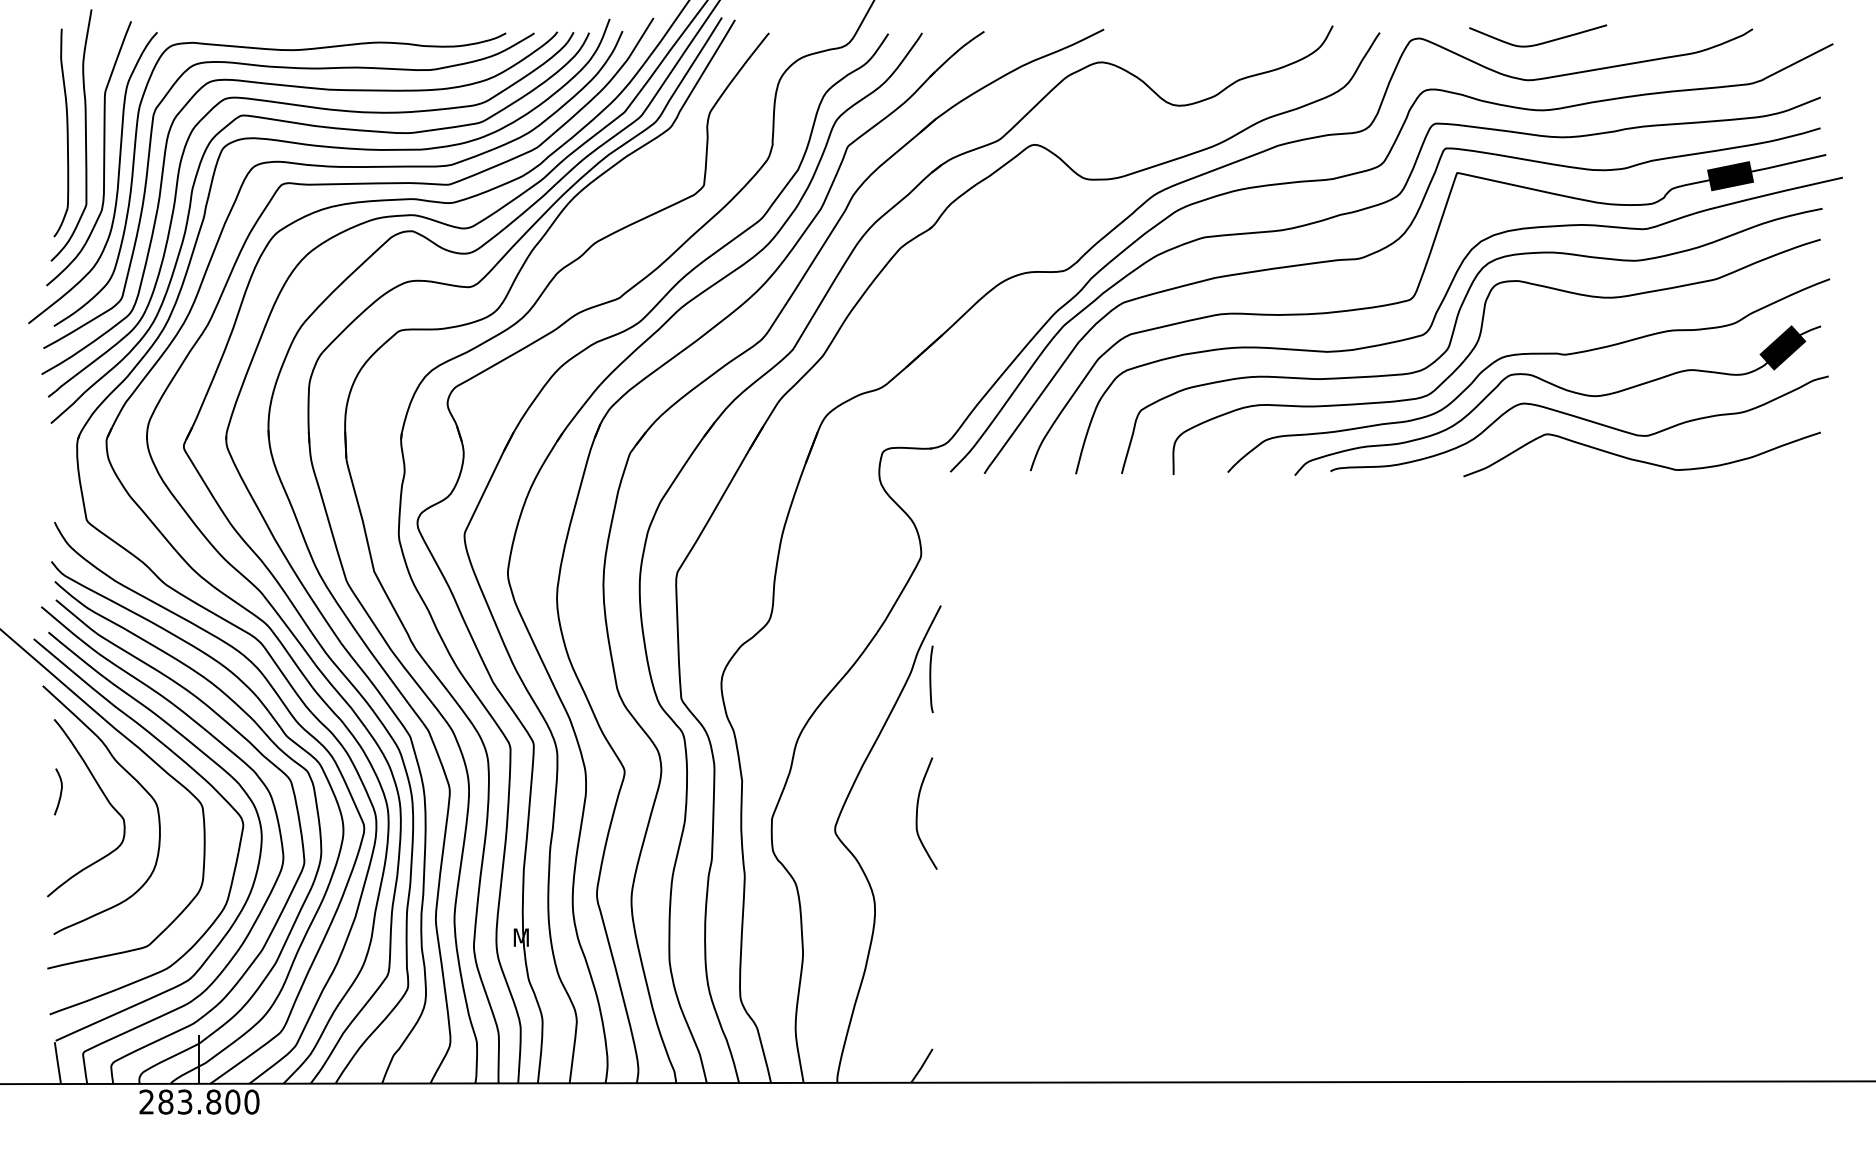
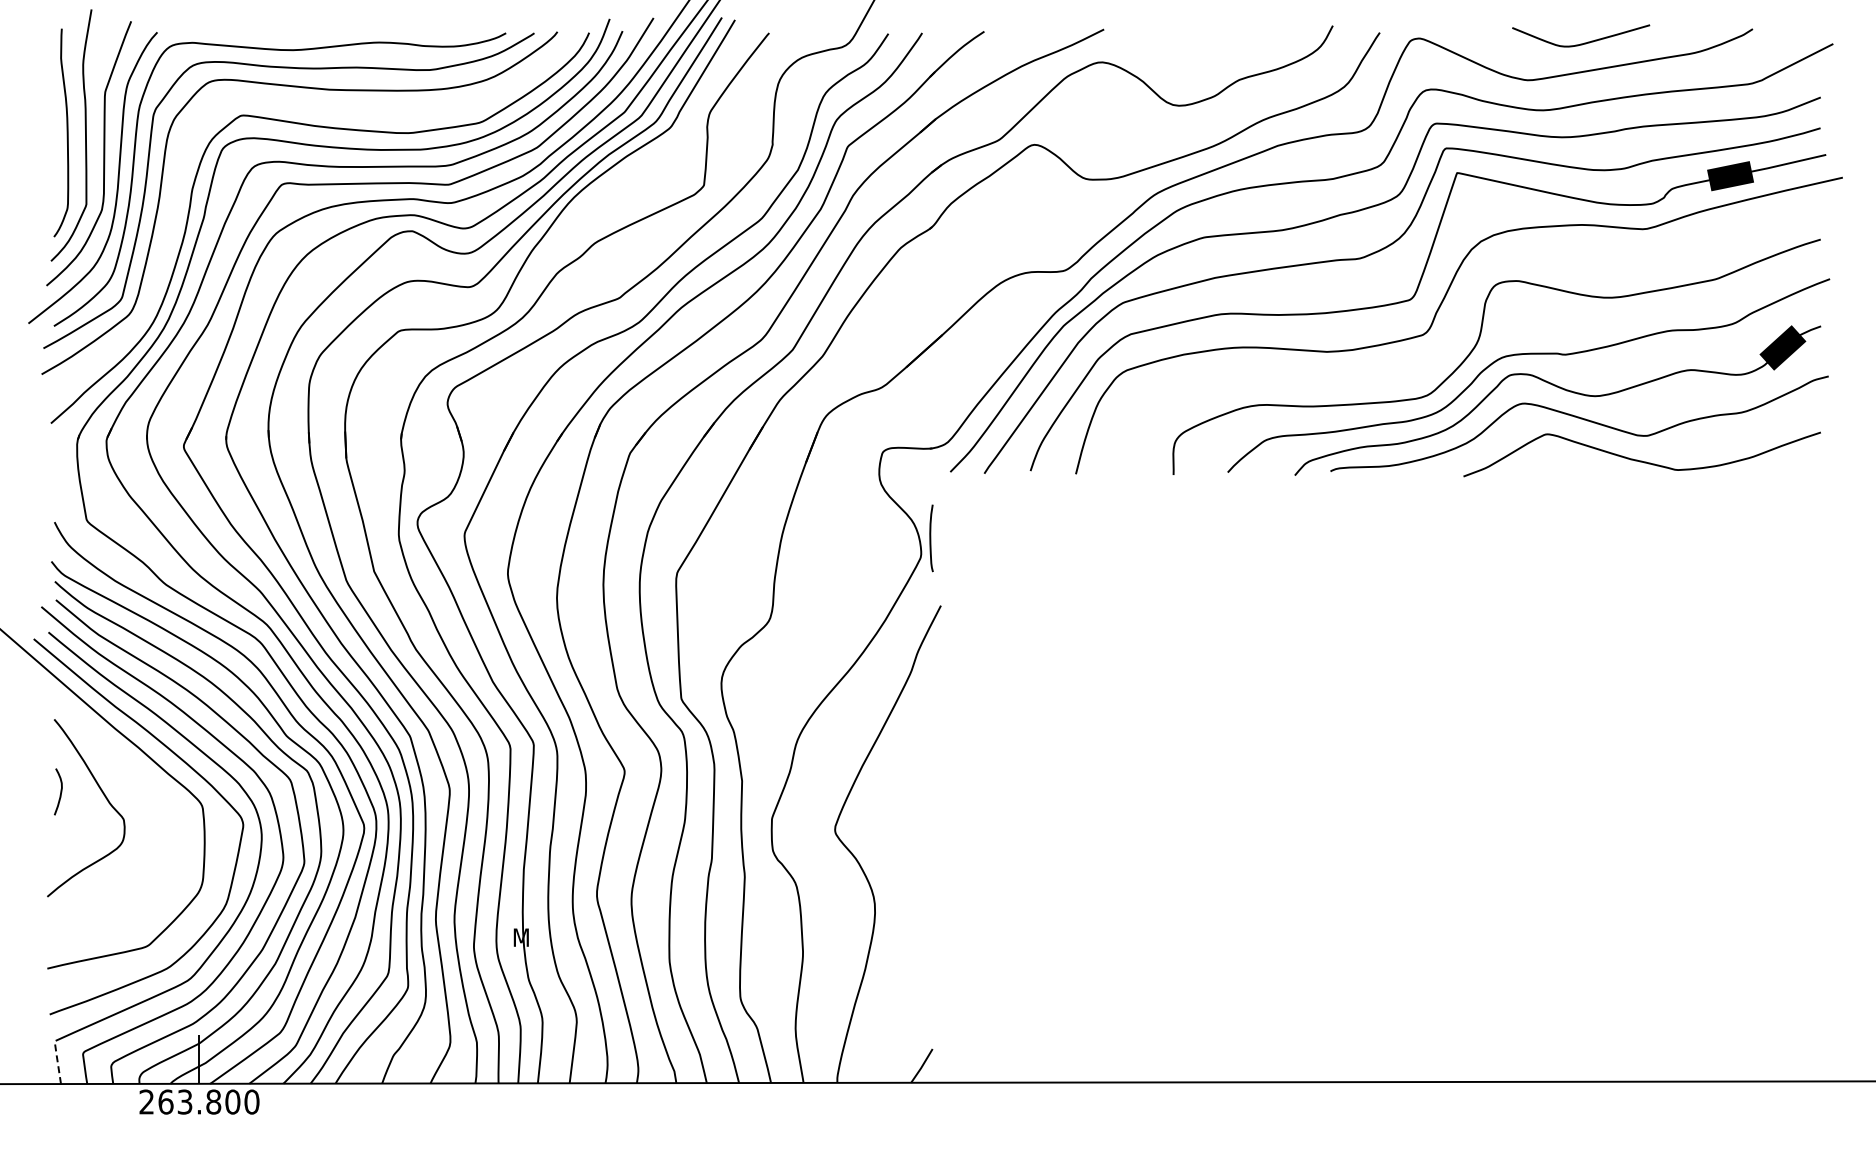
curve at (1541, 42) position: (1541, 42) -> (1584, 42)
curve at (318, 109): present -> none
curve at (1453, 335): present -> none
curve at (931, 679) position: (931, 679) -> (931, 538)
curve at (132, 778): present -> none
curve at (917, 813): present -> none
line at (57, 1062): solid -> dashed
text at (165, 1101): 283.800 -> 263.800
